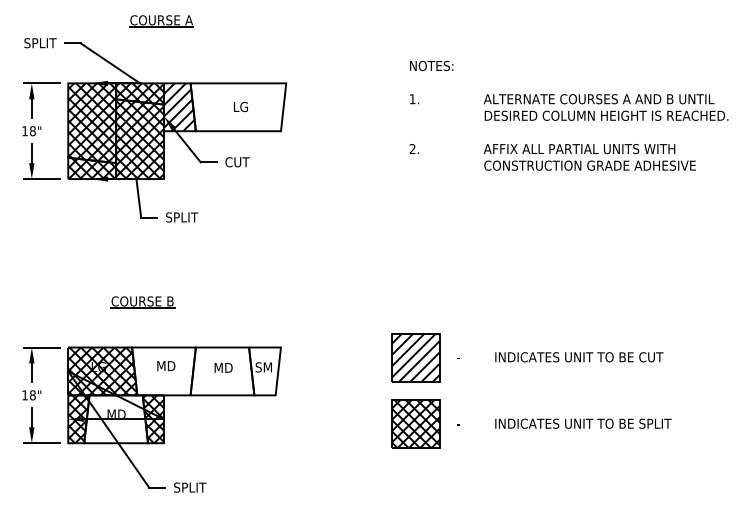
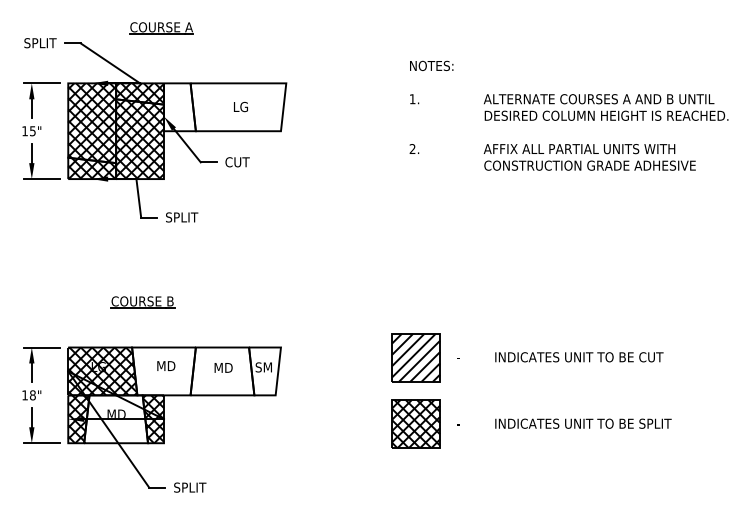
part at (161, 21) position: (161, 21) -> (161, 28)
hatch at (179, 107): present -> none
text at (32, 131): 18" -> 15"
